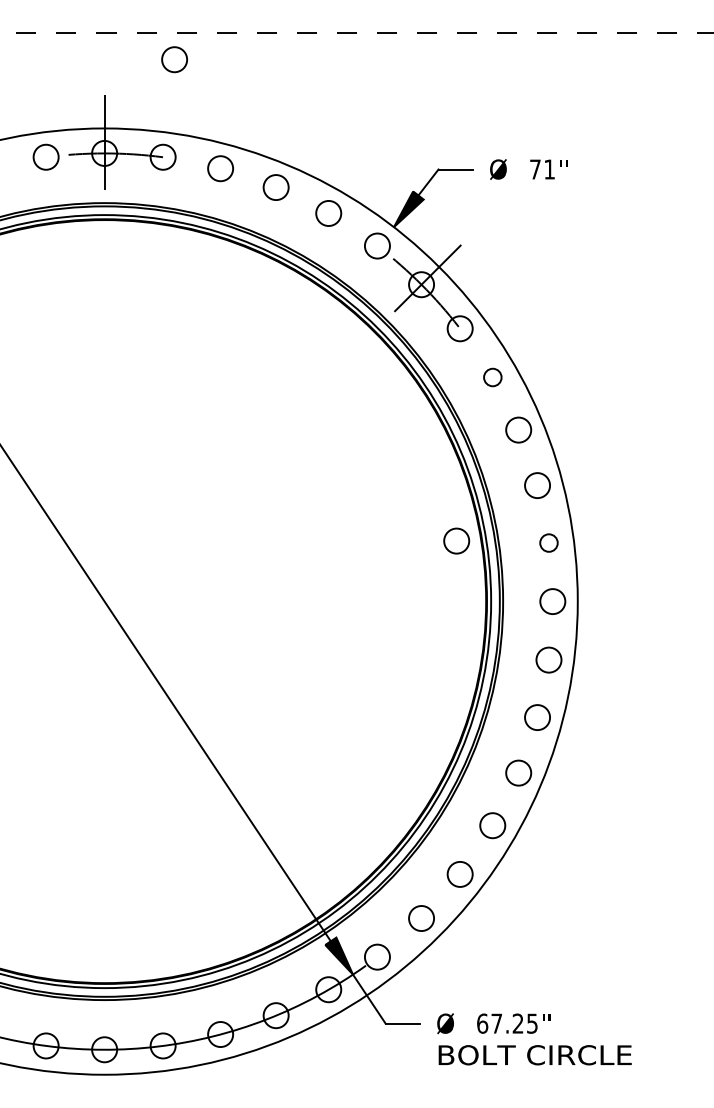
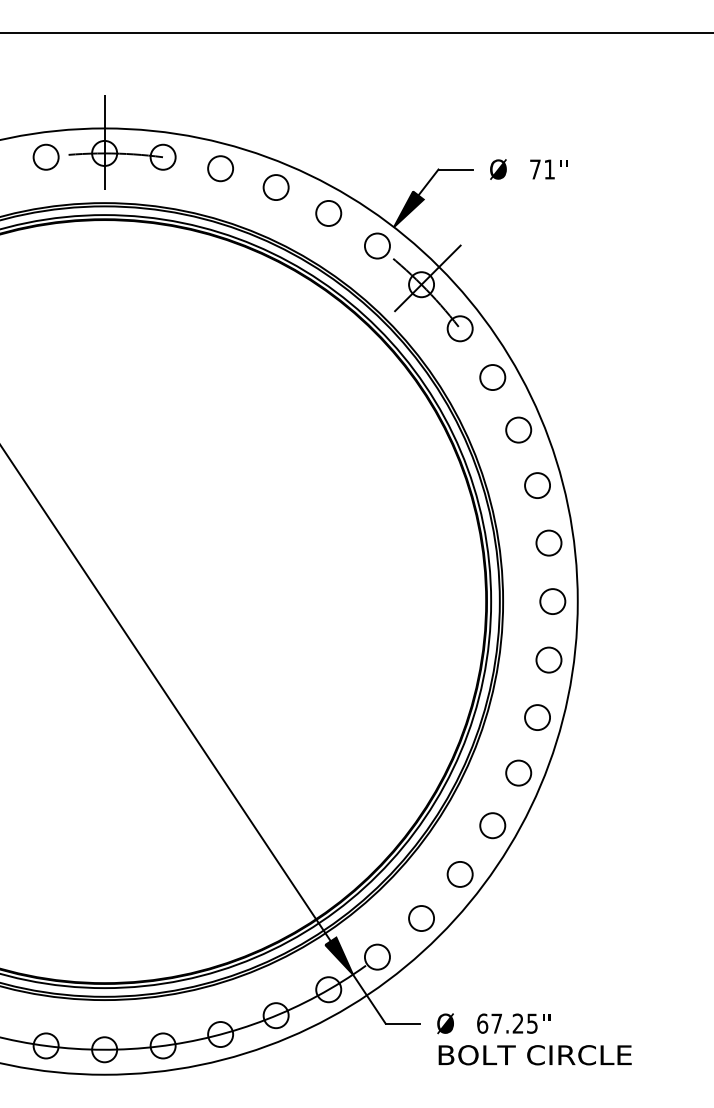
line at (357, 33): dashed -> solid
circle at (174, 59): present -> none
circle at (492, 377) size: 20x21 px -> 28x27 px
circle at (456, 540): present -> none
circle at (548, 542) size: 20x20 px -> 28x28 px
